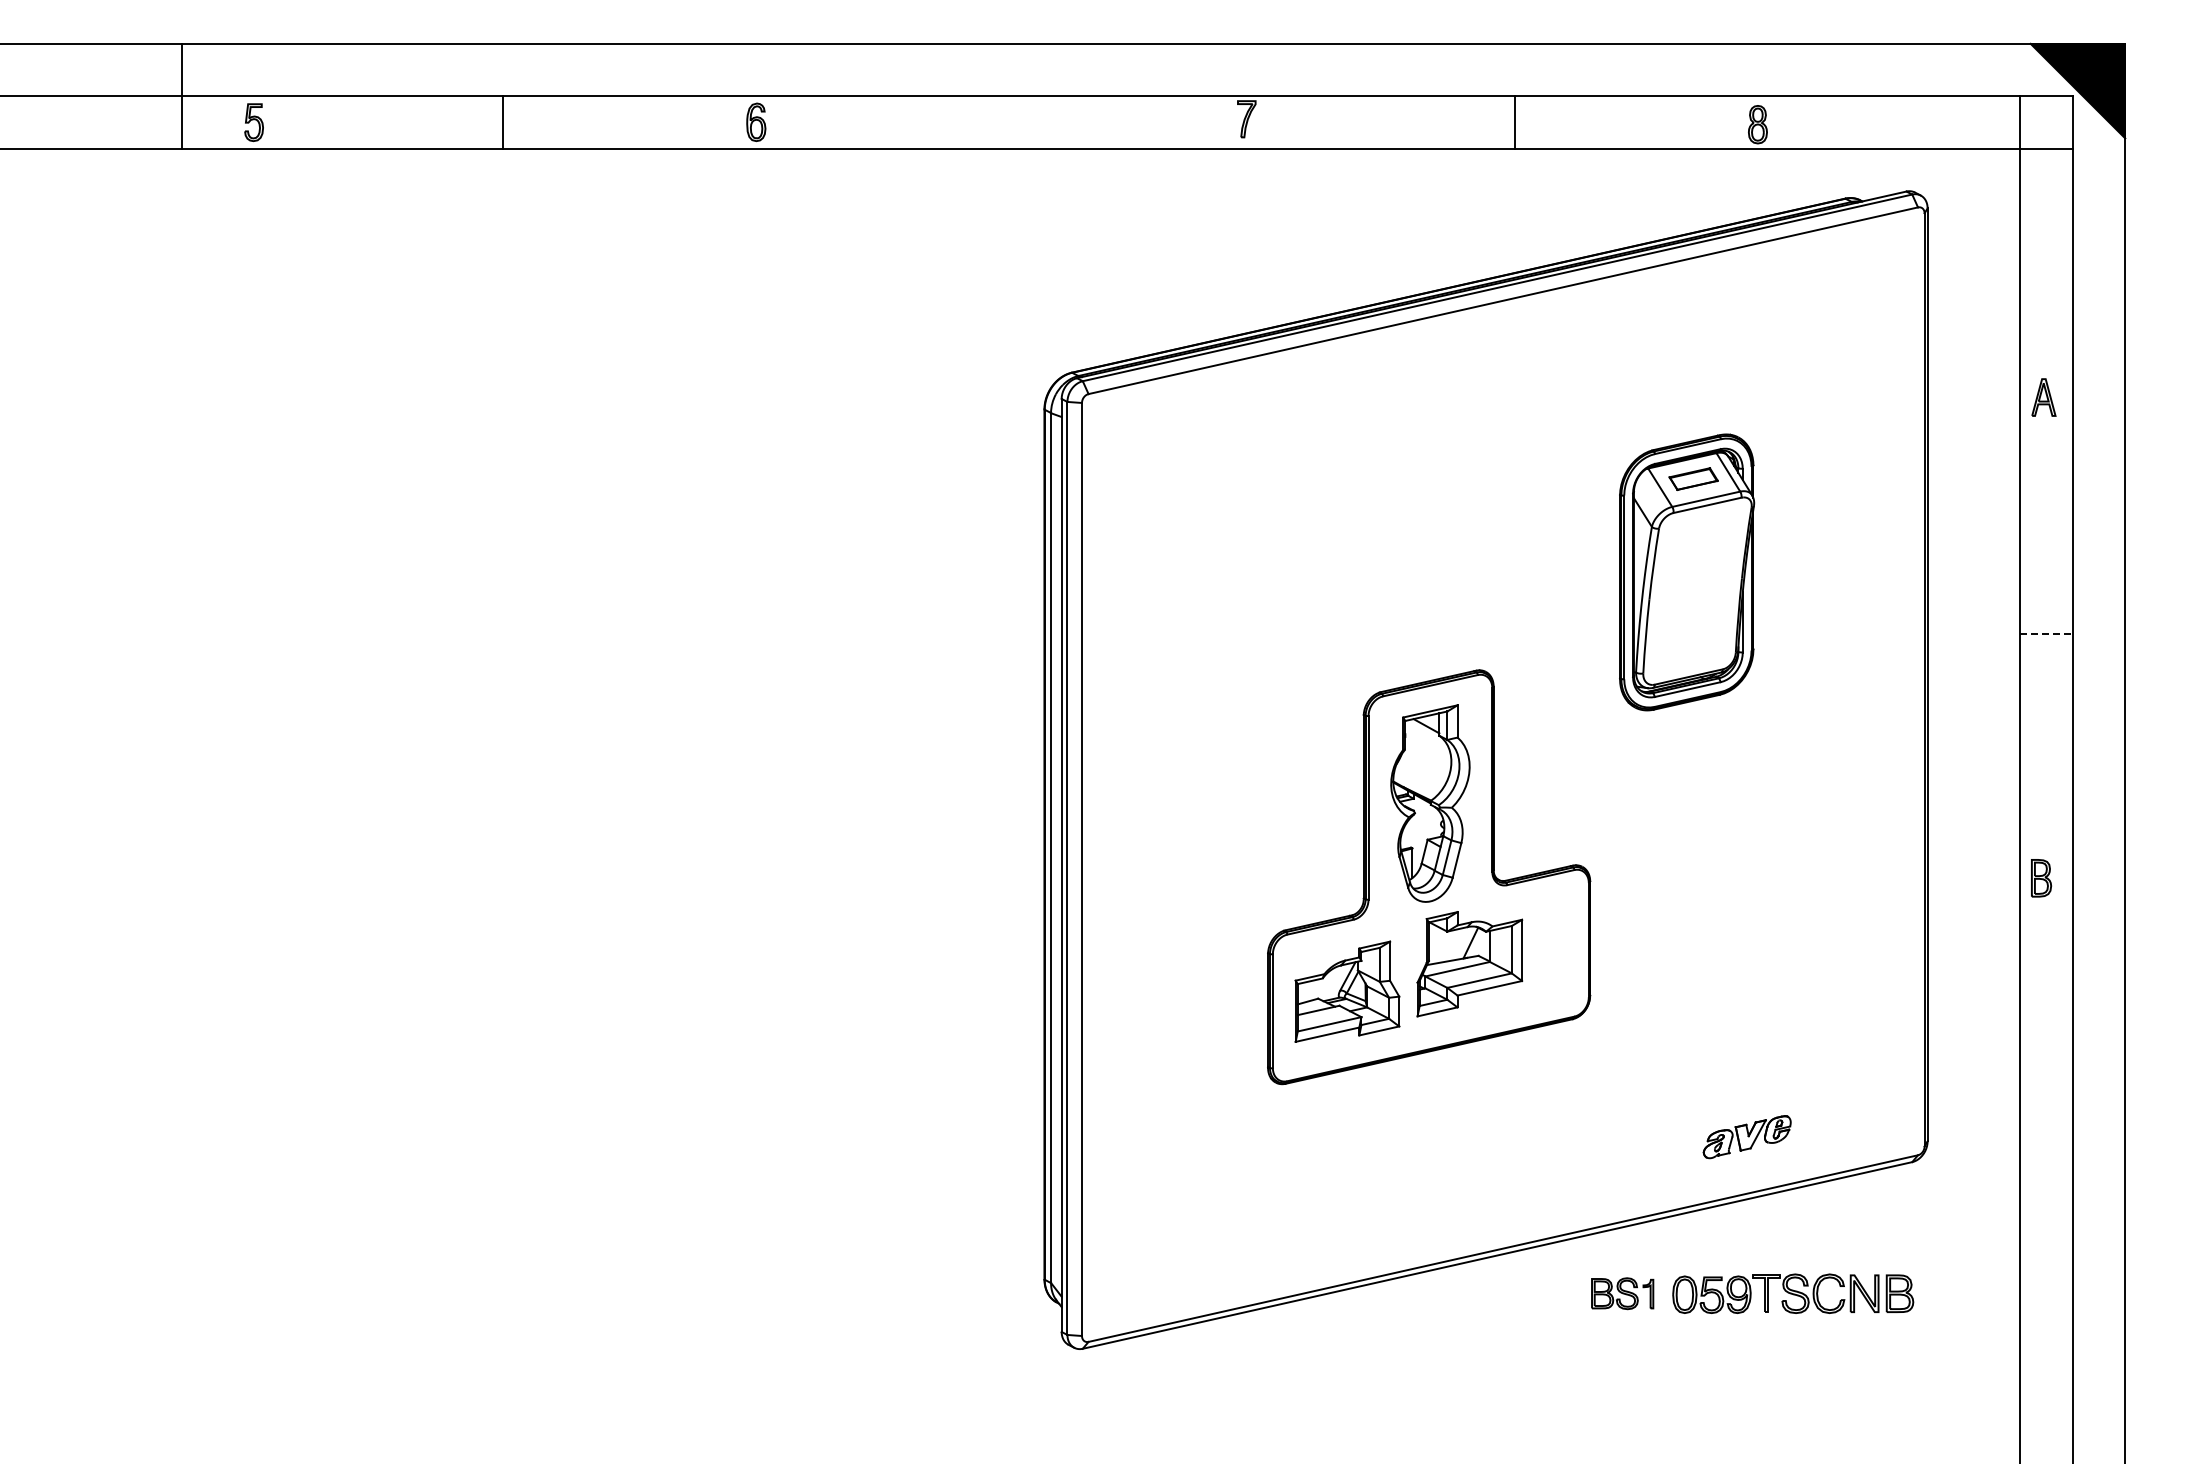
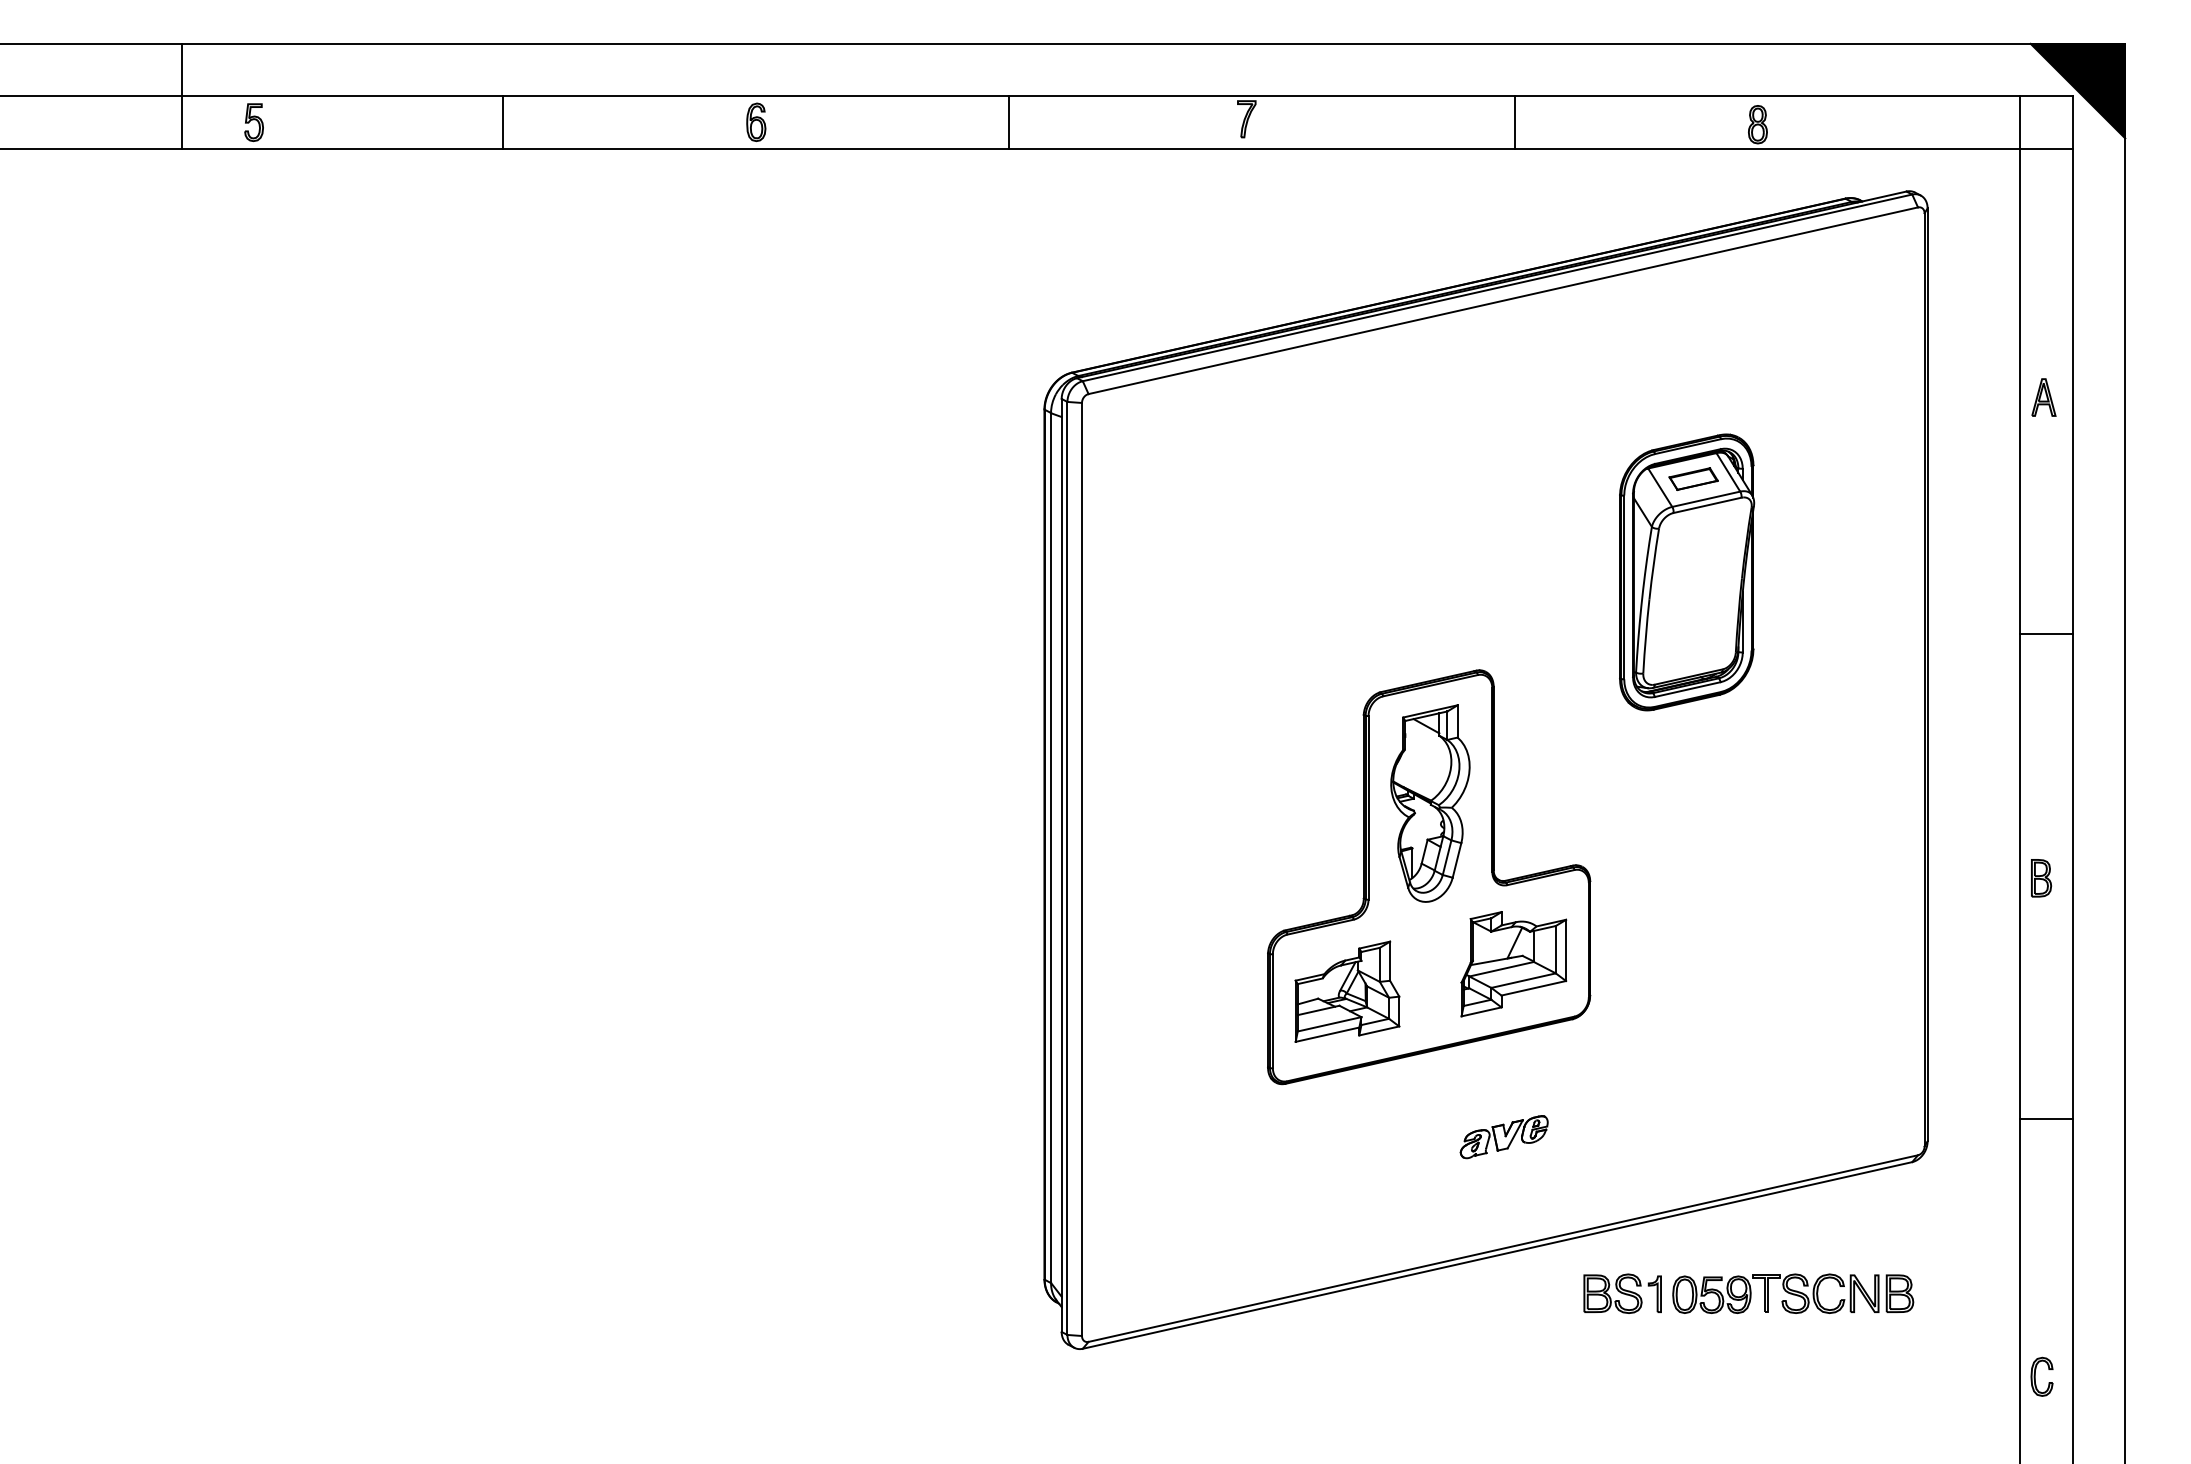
line at (1008, 122): none -> present
line at (2046, 633): dashed -> solid
part at (1469, 964) position: (1469, 964) -> (1513, 964)
line at (2046, 1119): none -> present
part at (1746, 1137) position: (1746, 1137) -> (1503, 1137)
part at (1622, 1293) size: 64x34 px -> 79x41 px
part at (2041, 1376): none -> present
